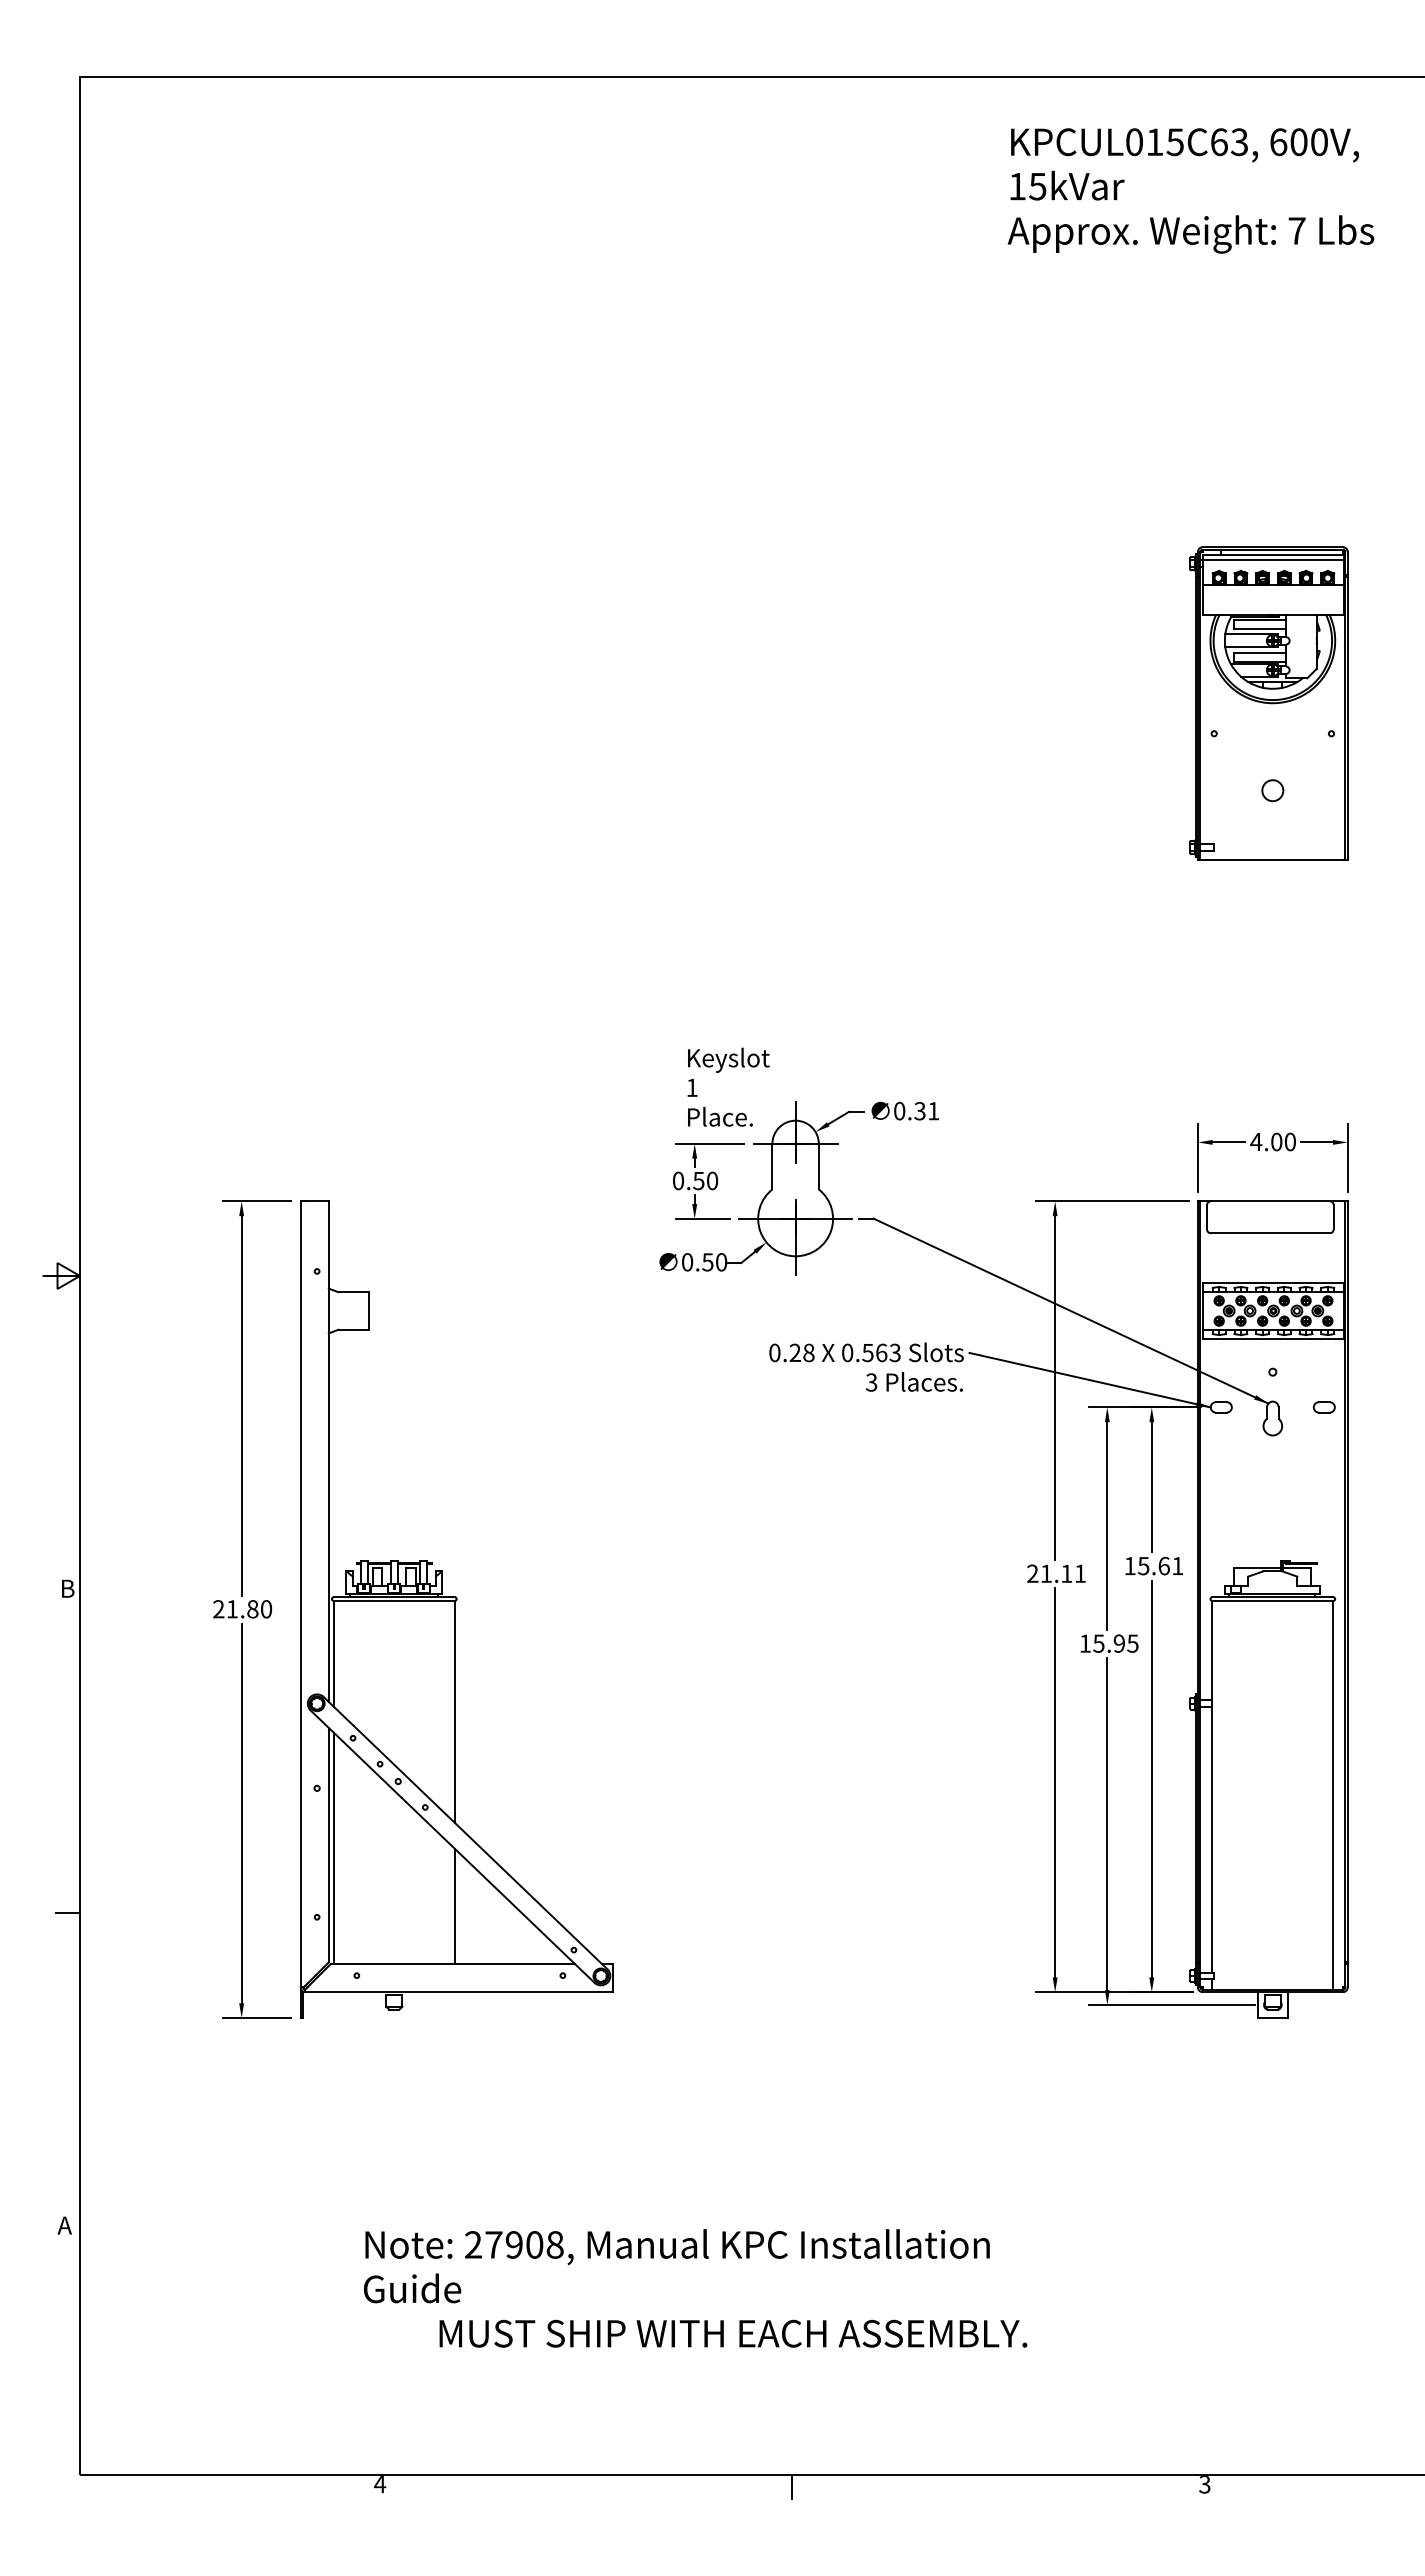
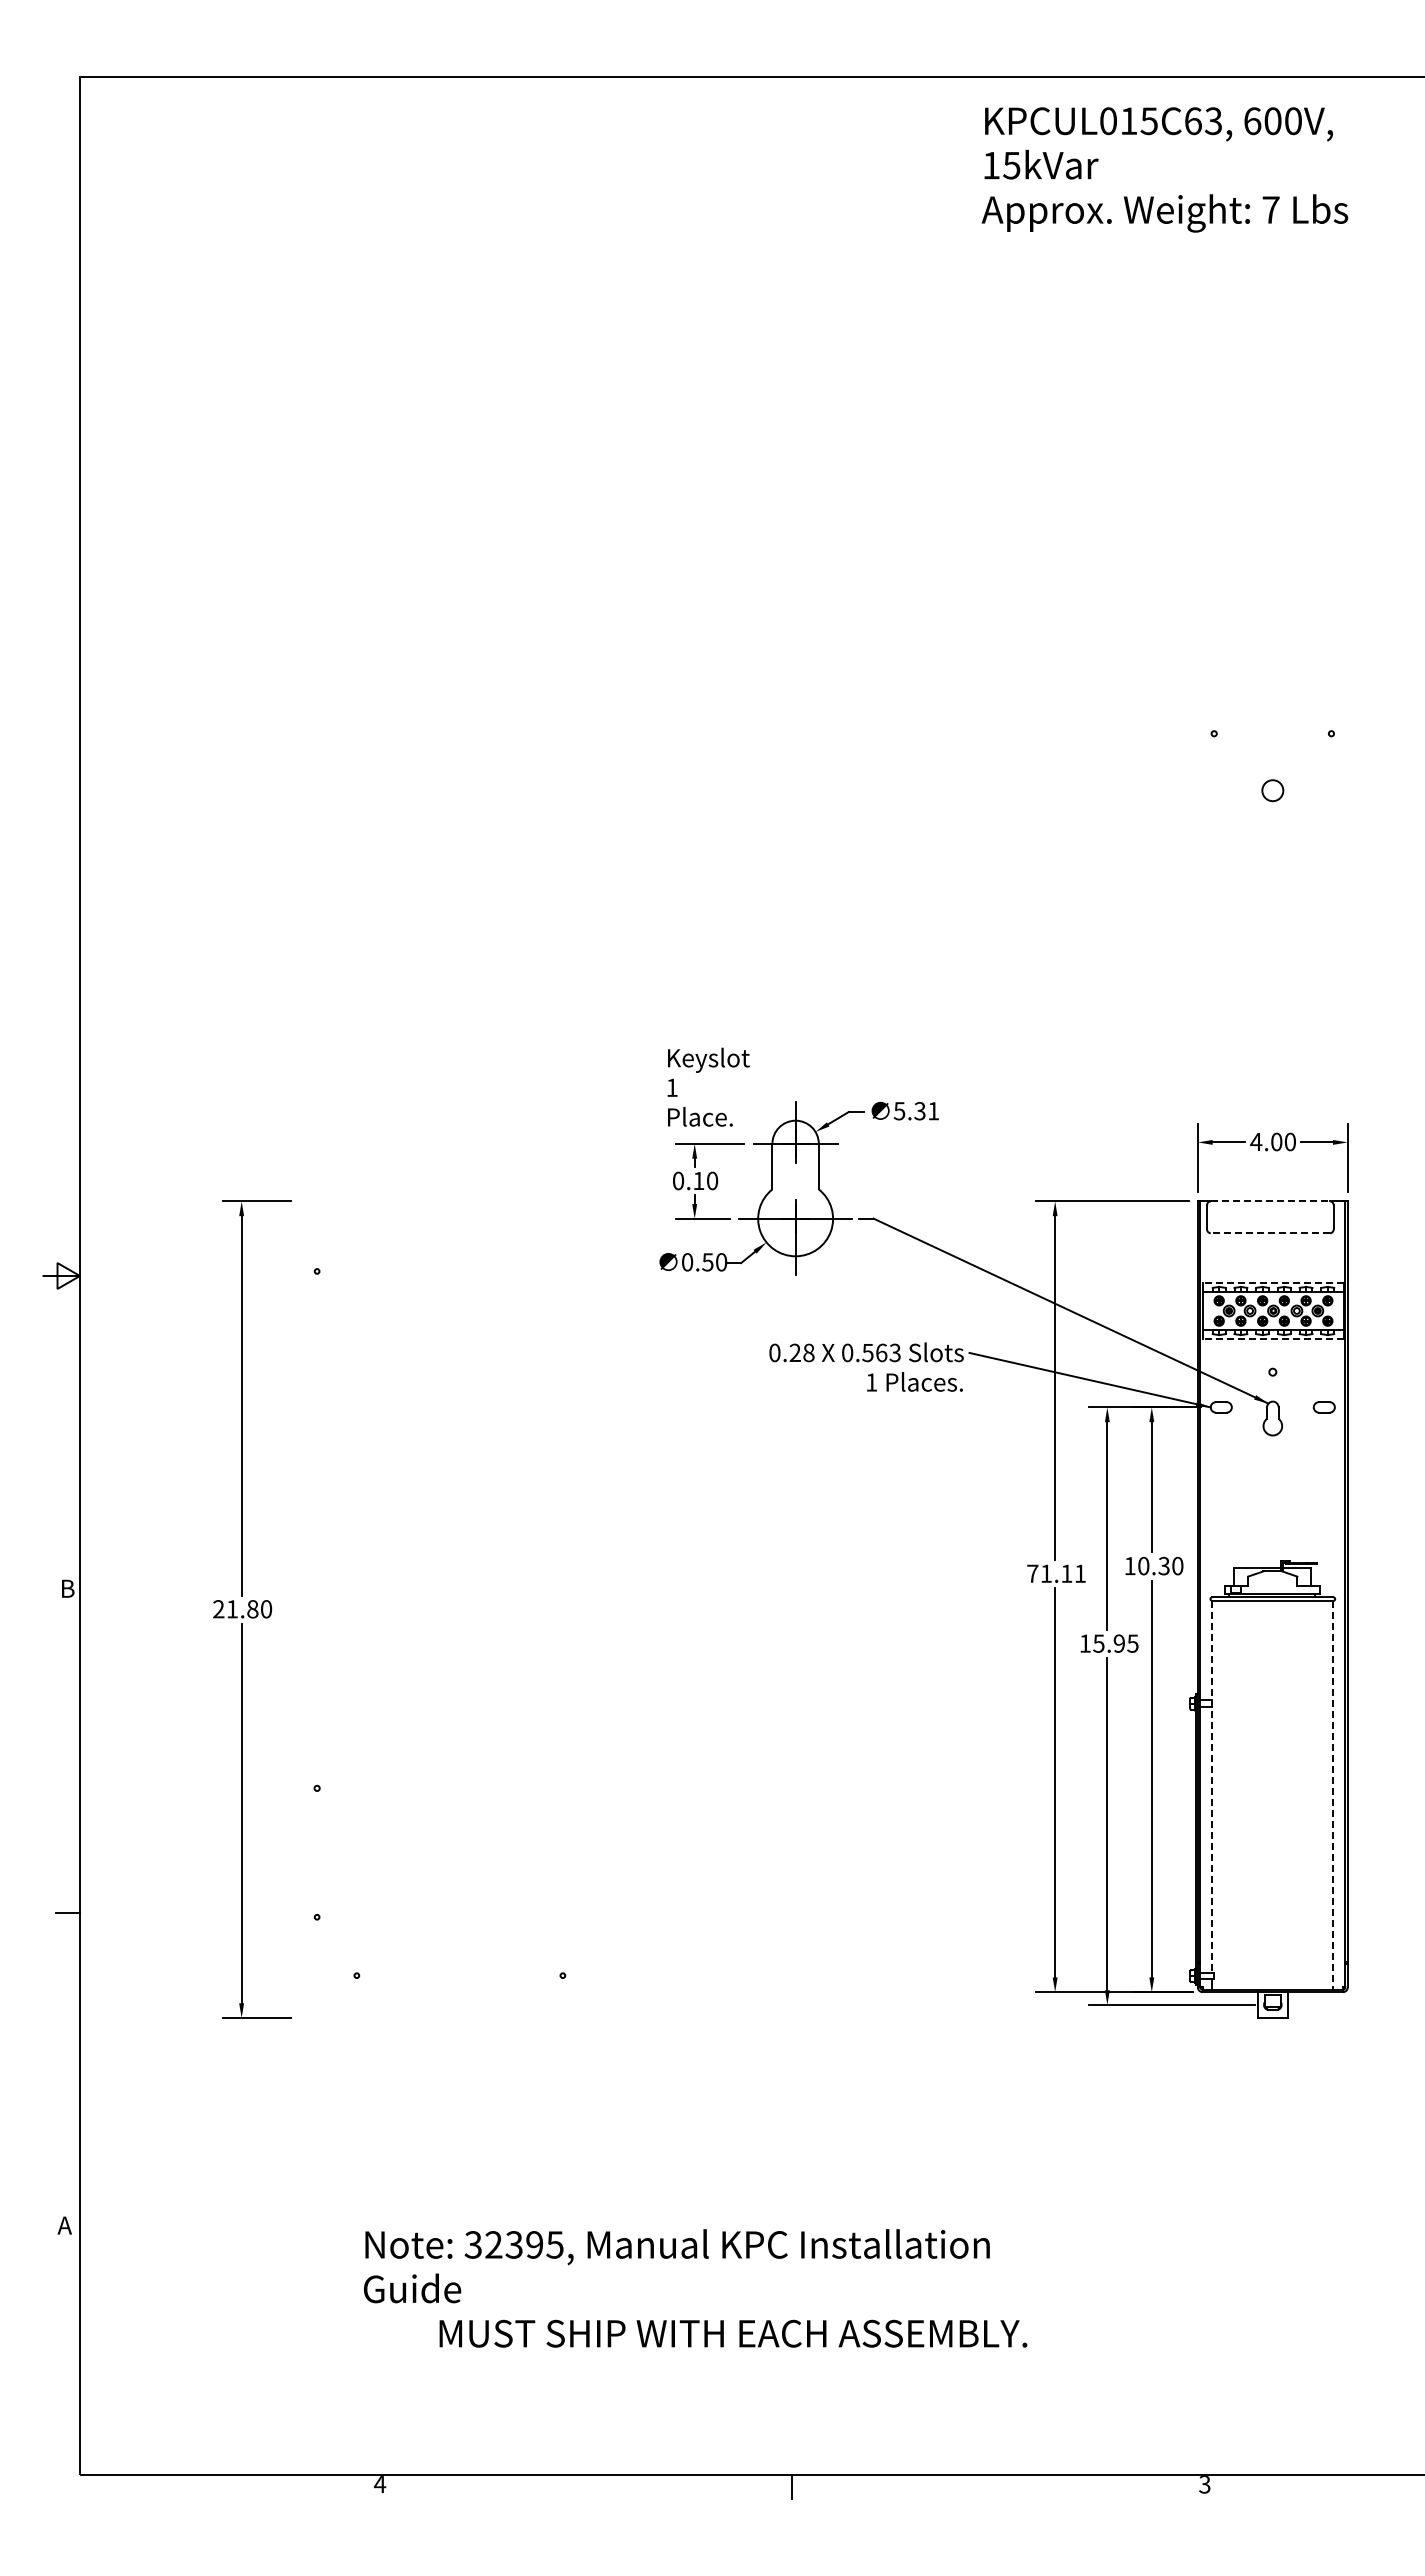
text at (1190, 190) position: (1190, 190) -> (1164, 169)
part at (1268, 703): present -> none
text at (728, 1086) position: (728, 1086) -> (708, 1086)
text at (899, 1111): 0.31 -> 5.31
text at (698, 1181): 0.50 -> 0.10
line at (1270, 1201): solid -> dashed
line at (1270, 1233): solid -> dashed
line at (1273, 1282): solid -> dashed
line at (1273, 1339): solid -> dashed
text at (871, 1382): 3 -> 1
text at (1160, 1565): 15.61 -> 10.30
text at (1032, 1573): 21.11 -> 71.11
part at (456, 1609): present -> none
line at (1212, 1786): solid -> dashed
line at (1333, 1795): solid -> dashed
text at (513, 2244): 27908, -> 32395,
